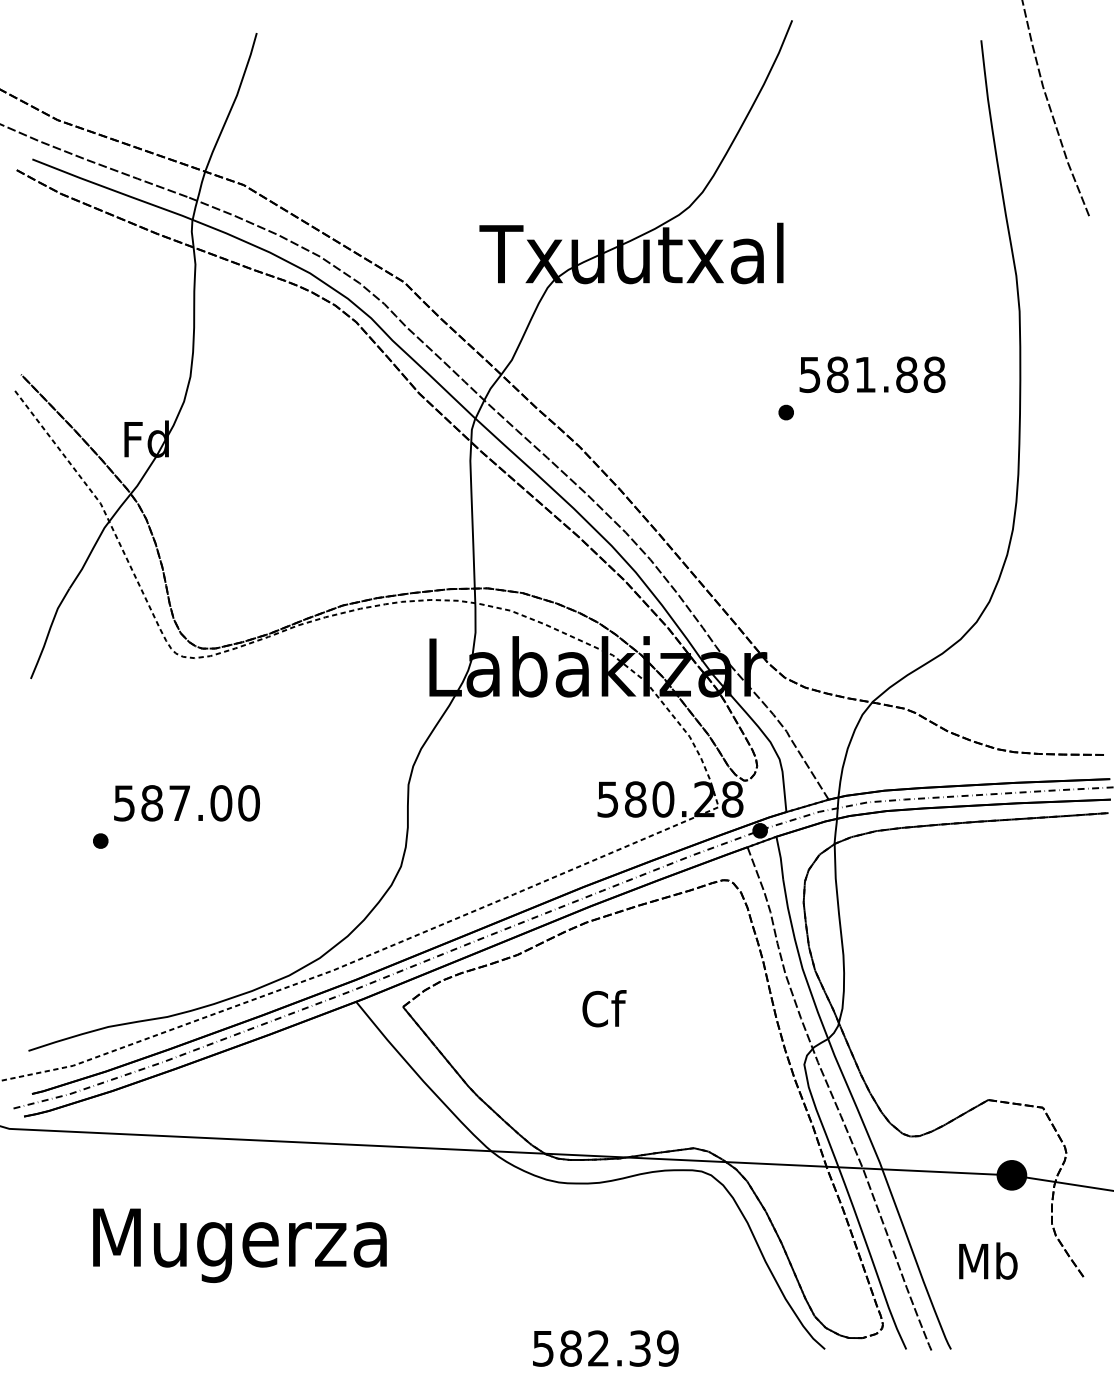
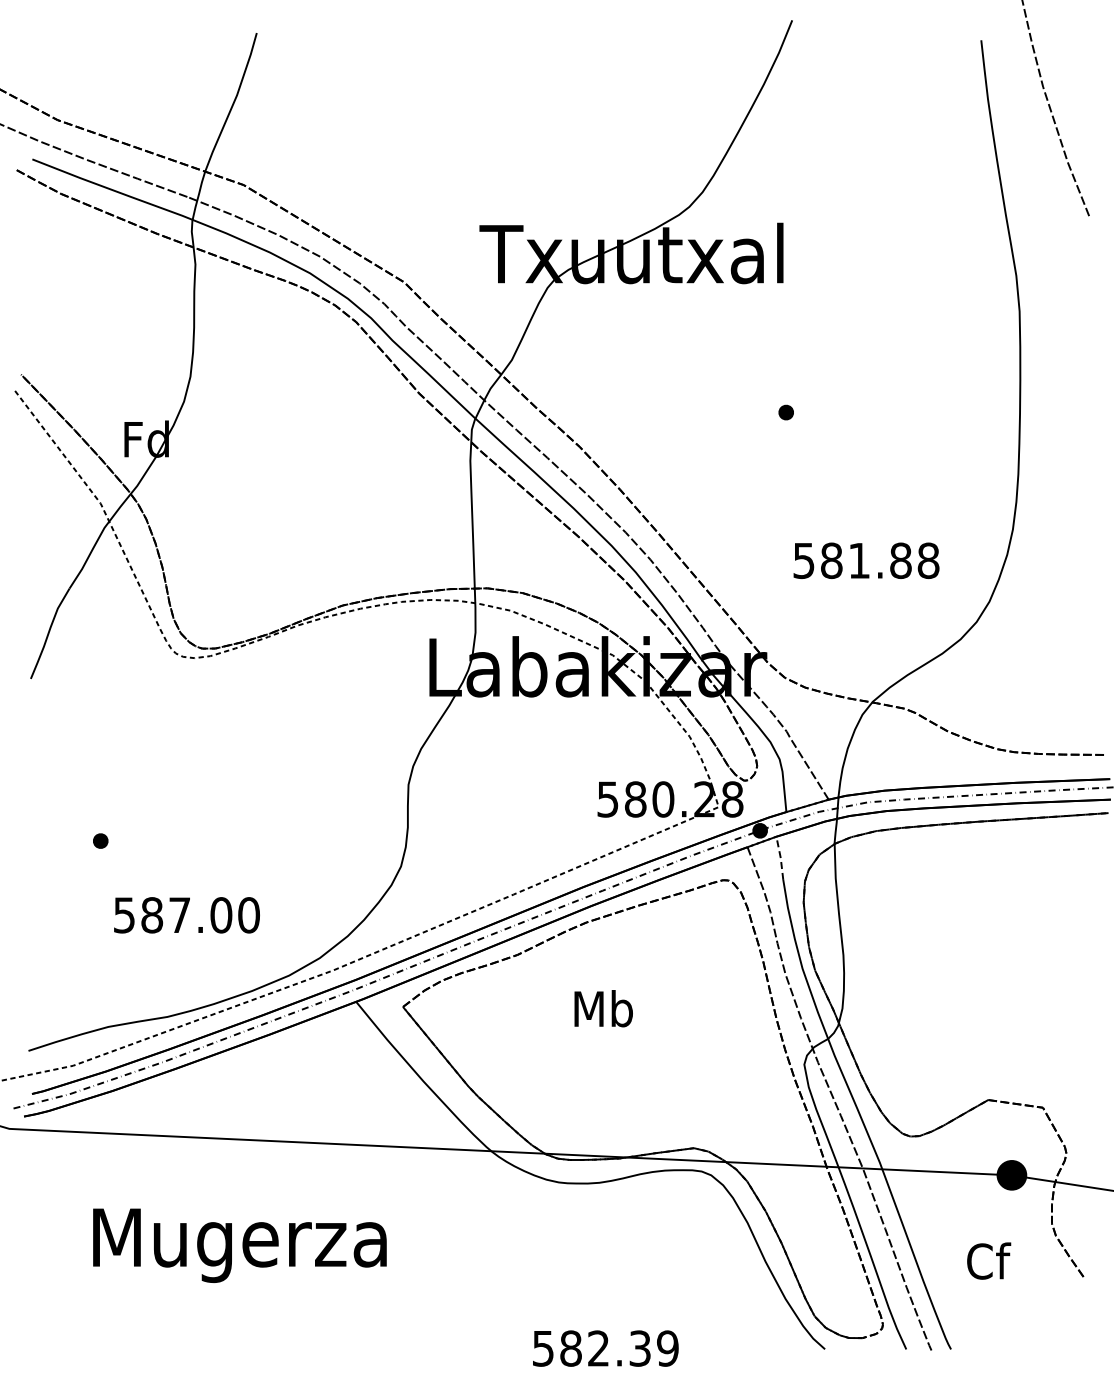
text at (872, 374) position: (872, 374) -> (866, 560)
text at (186, 803) position: (186, 803) -> (186, 915)
line at (780, 858): solid -> dashed
text at (603, 1008): Cf -> Mb
text at (988, 1260): Mb -> Cf
